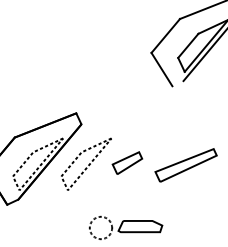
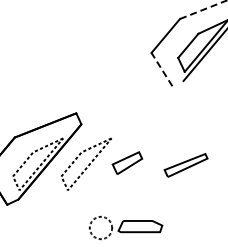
line at (203, 9): solid -> dashed
line at (161, 69): solid -> dashed
part at (185, 165) size: 64x35 px -> 46x25 px
